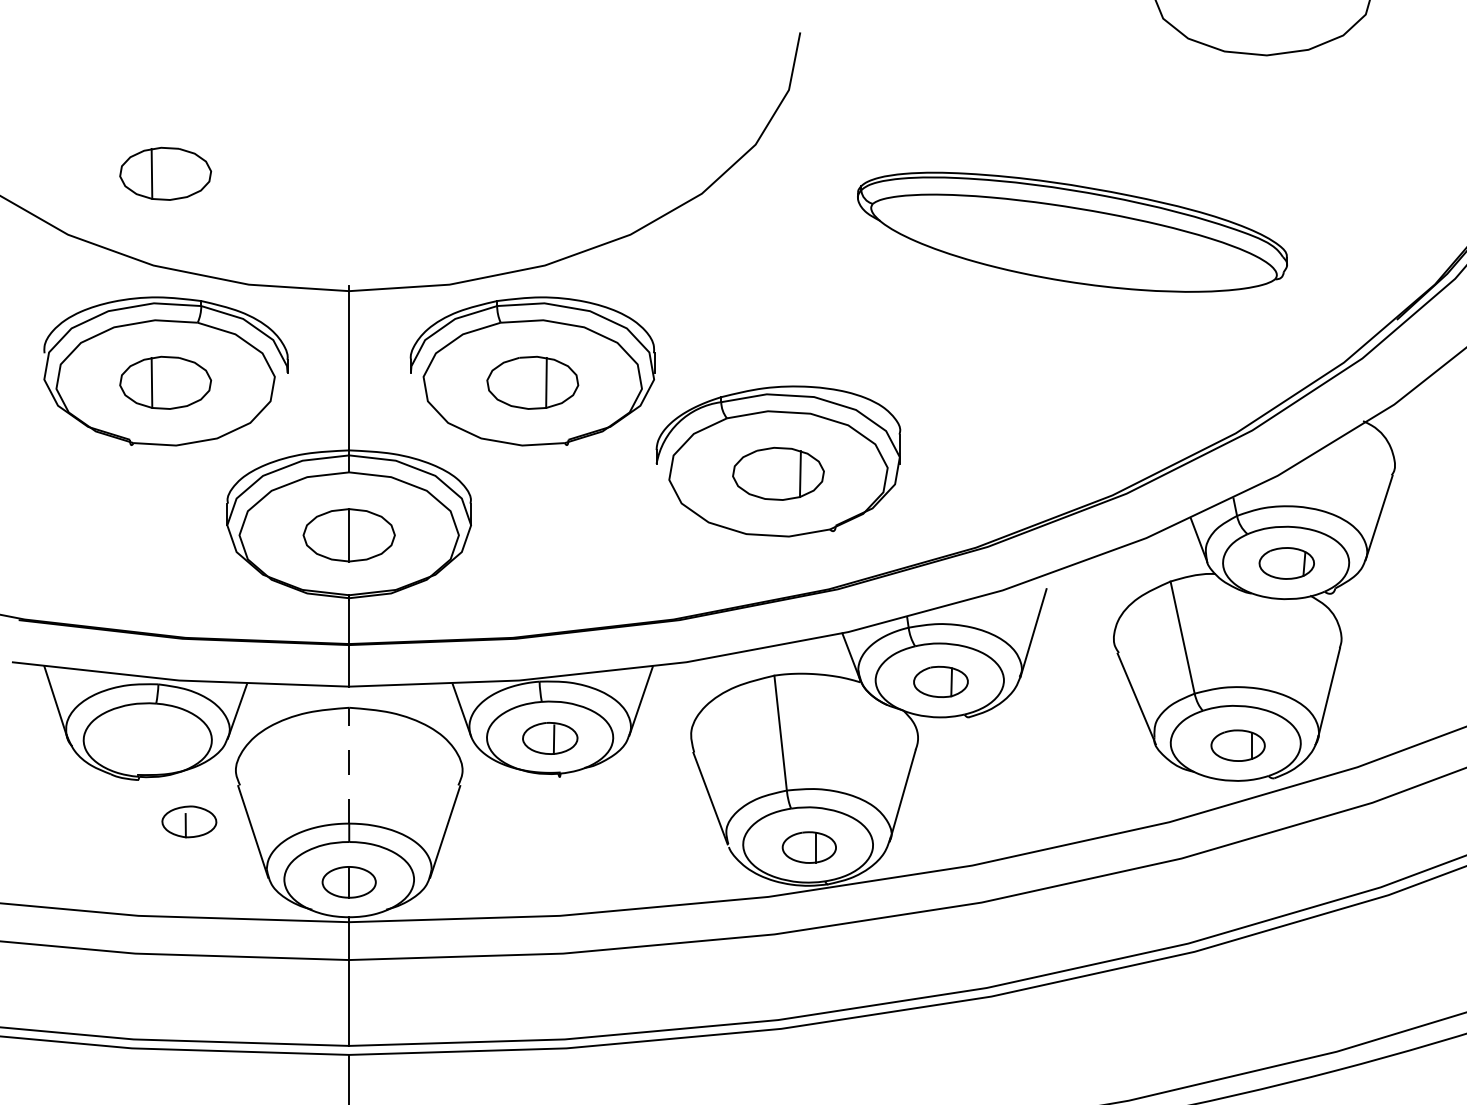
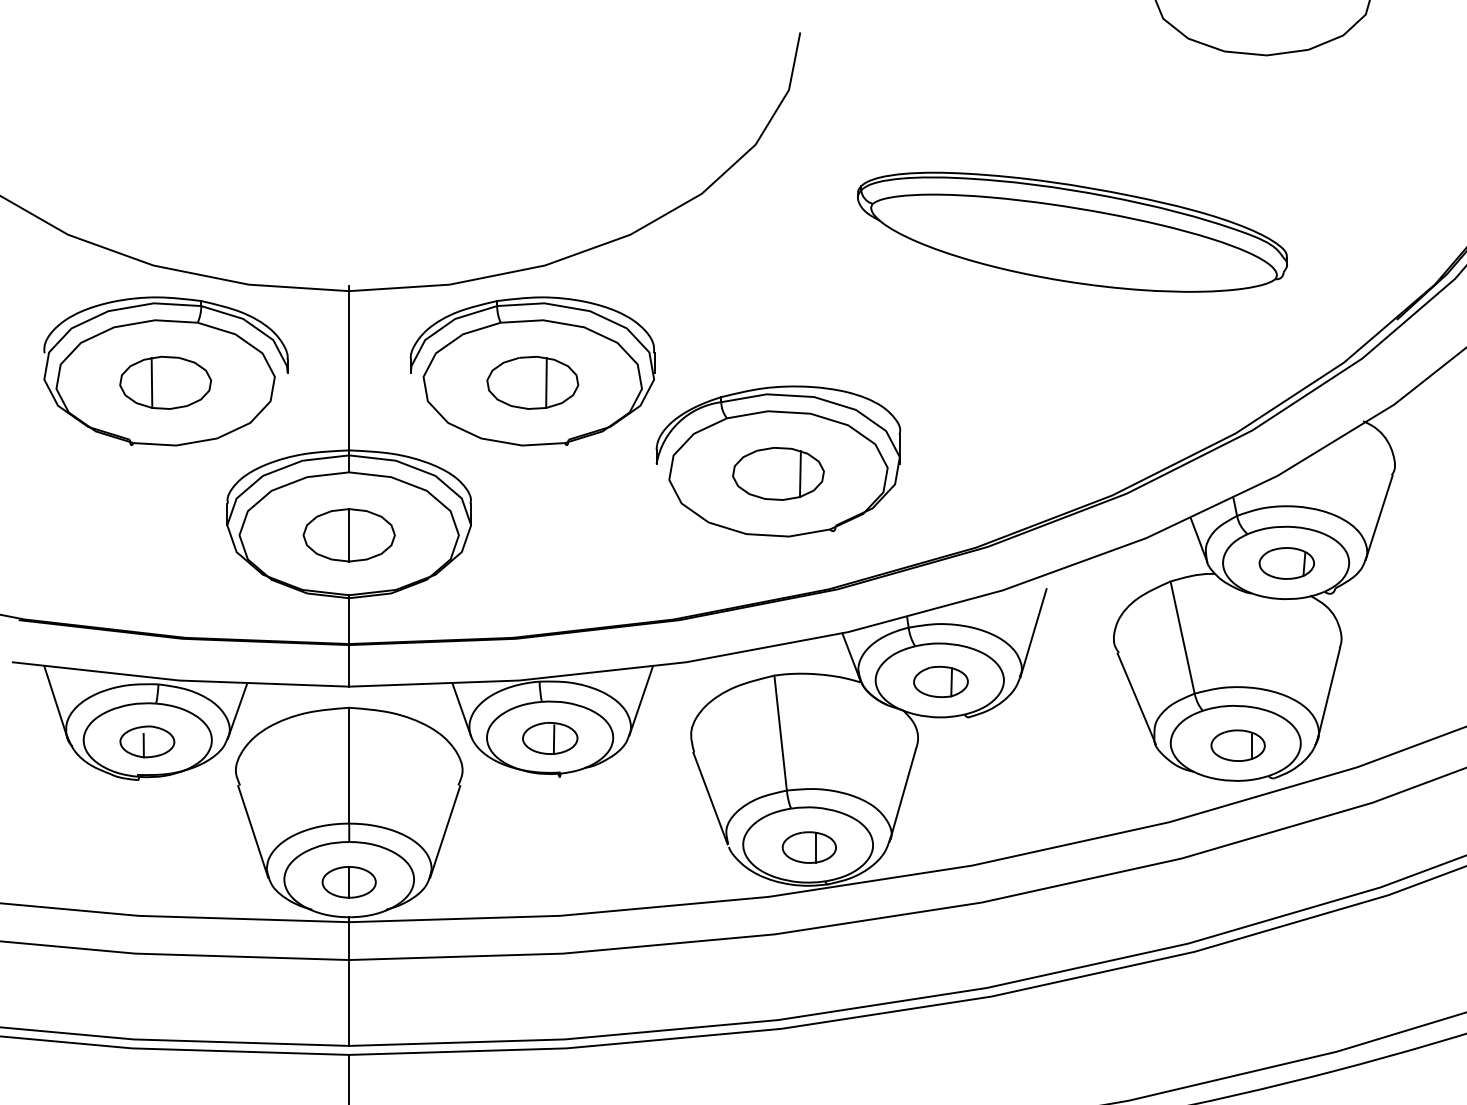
part at (165, 173): present -> none
line at (349, 765): dashed -> solid
part at (189, 821) position: (189, 821) -> (147, 741)
